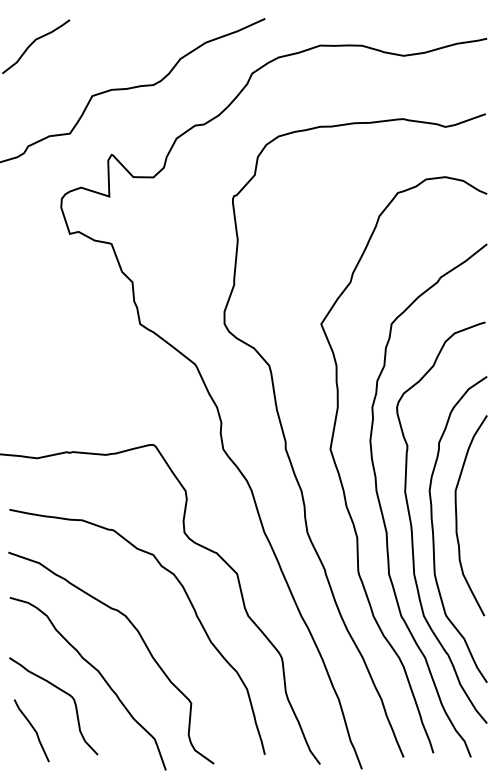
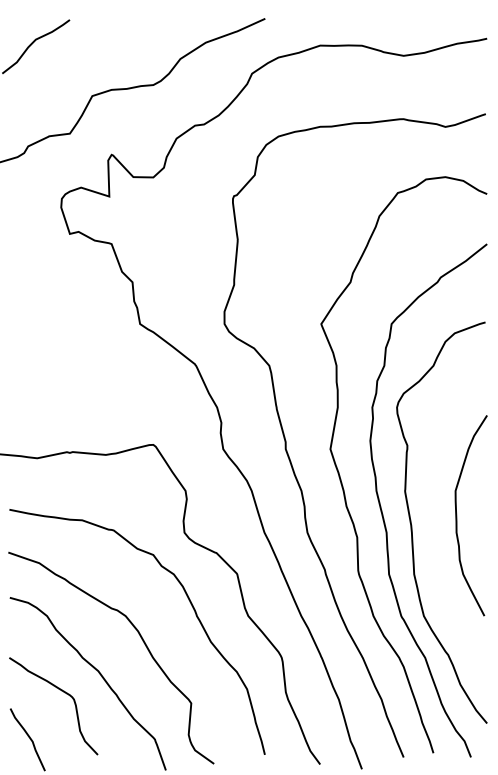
curve at (434, 535): present -> none
curve at (32, 728) position: (32, 728) -> (28, 737)
